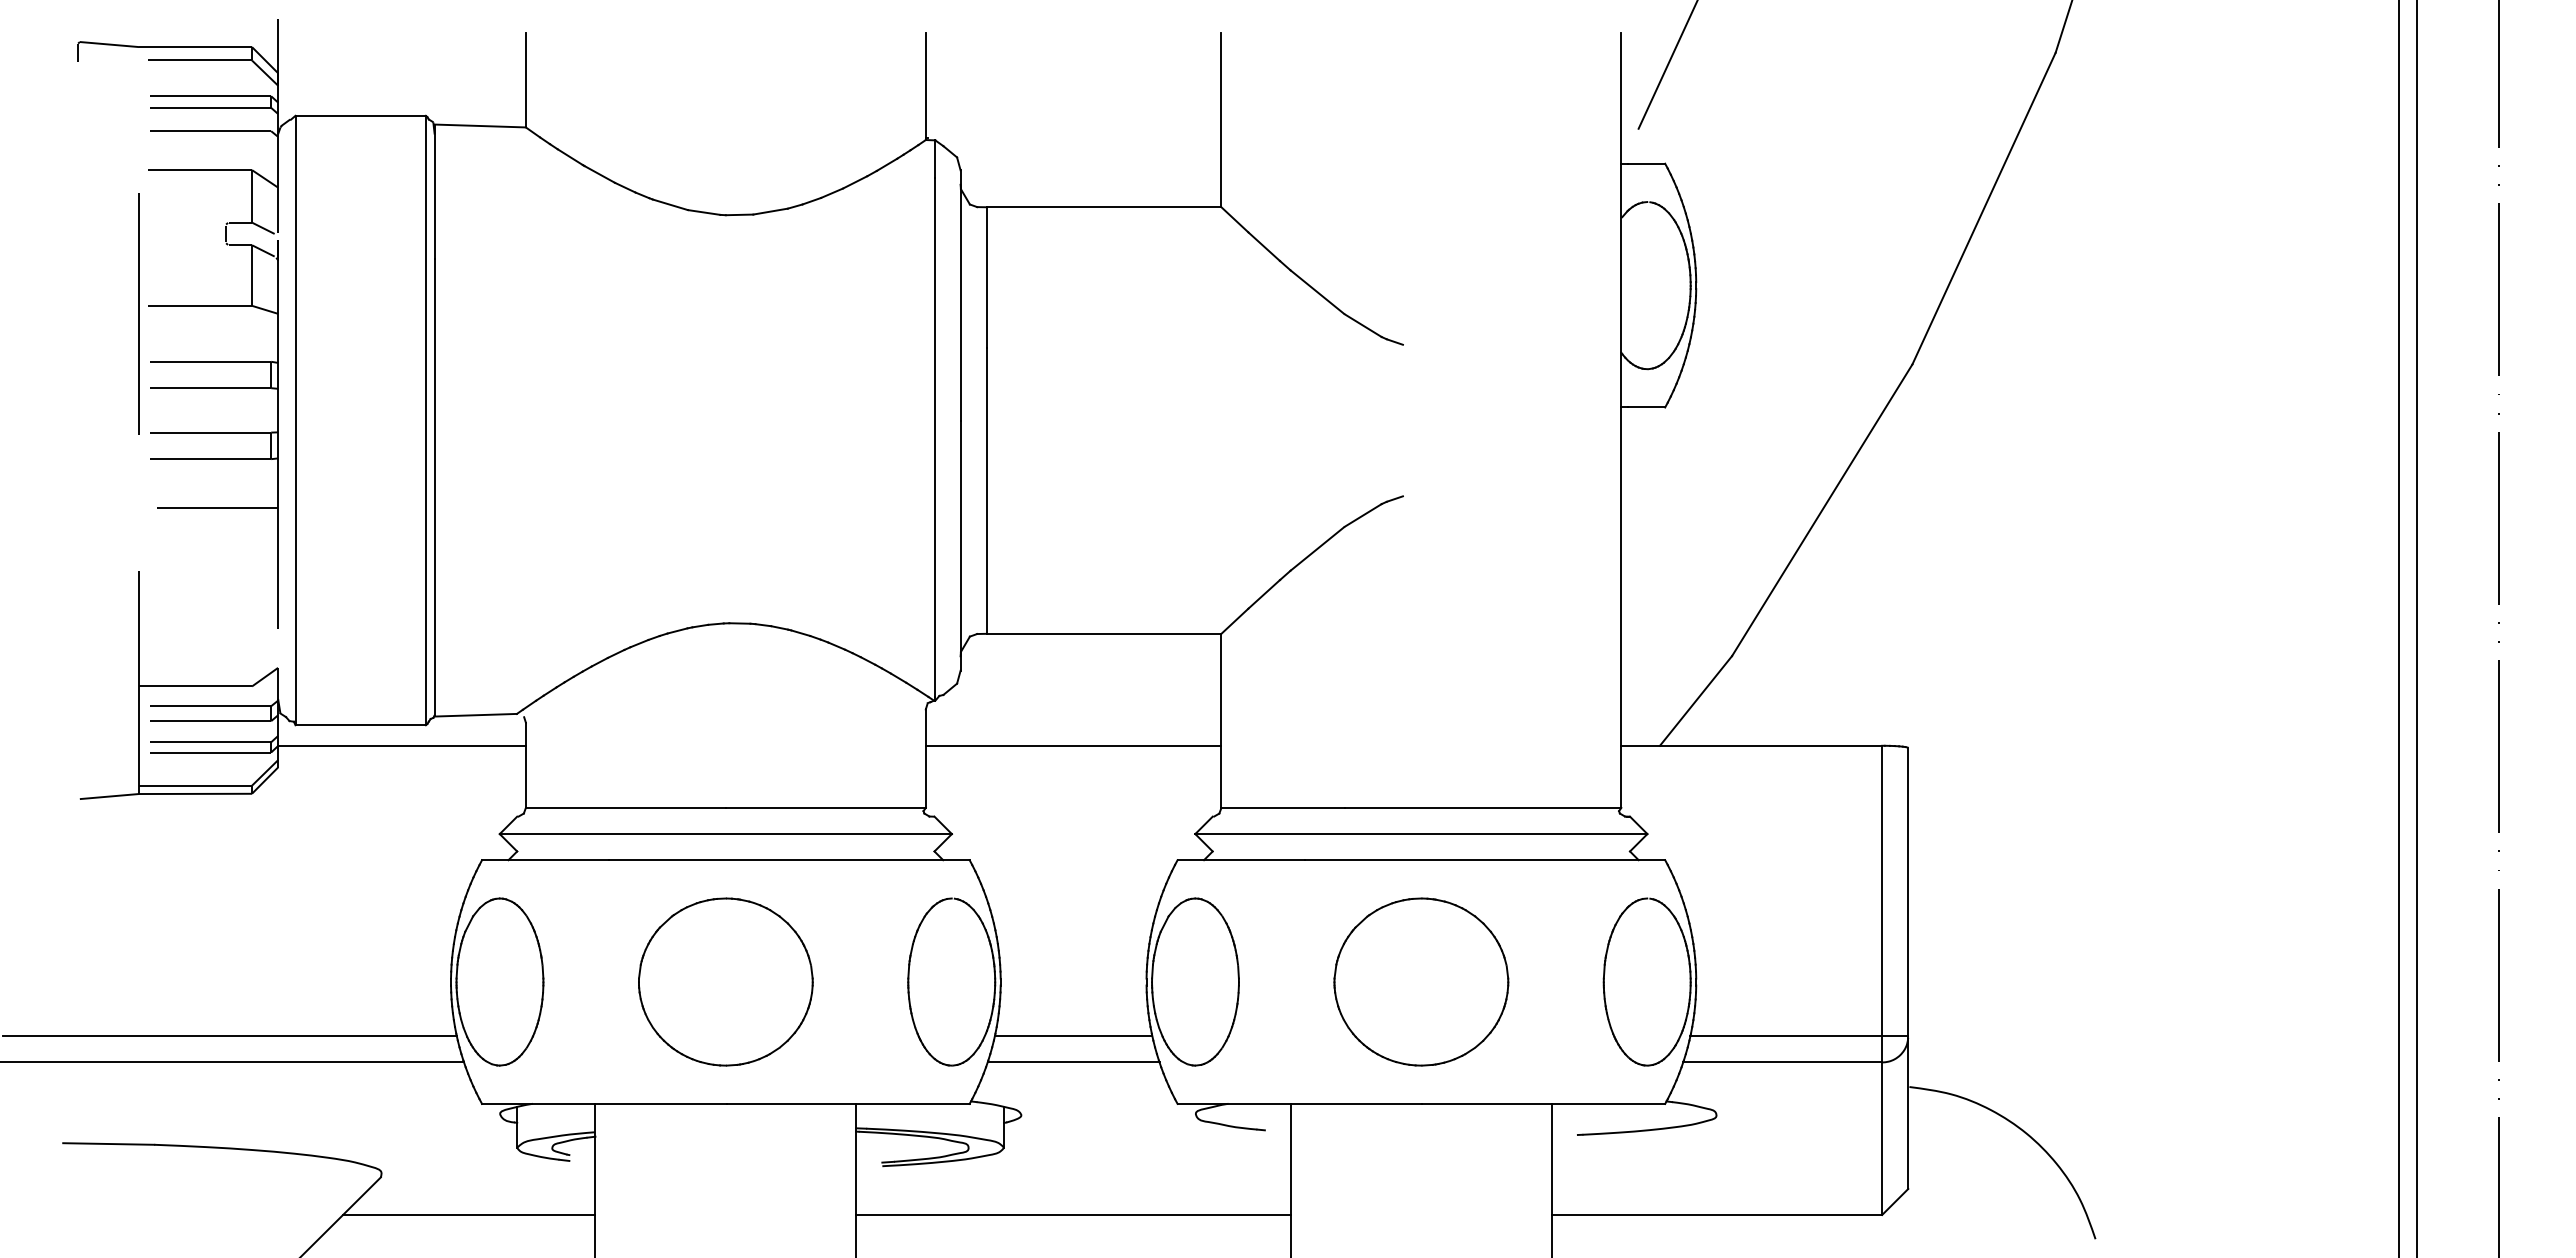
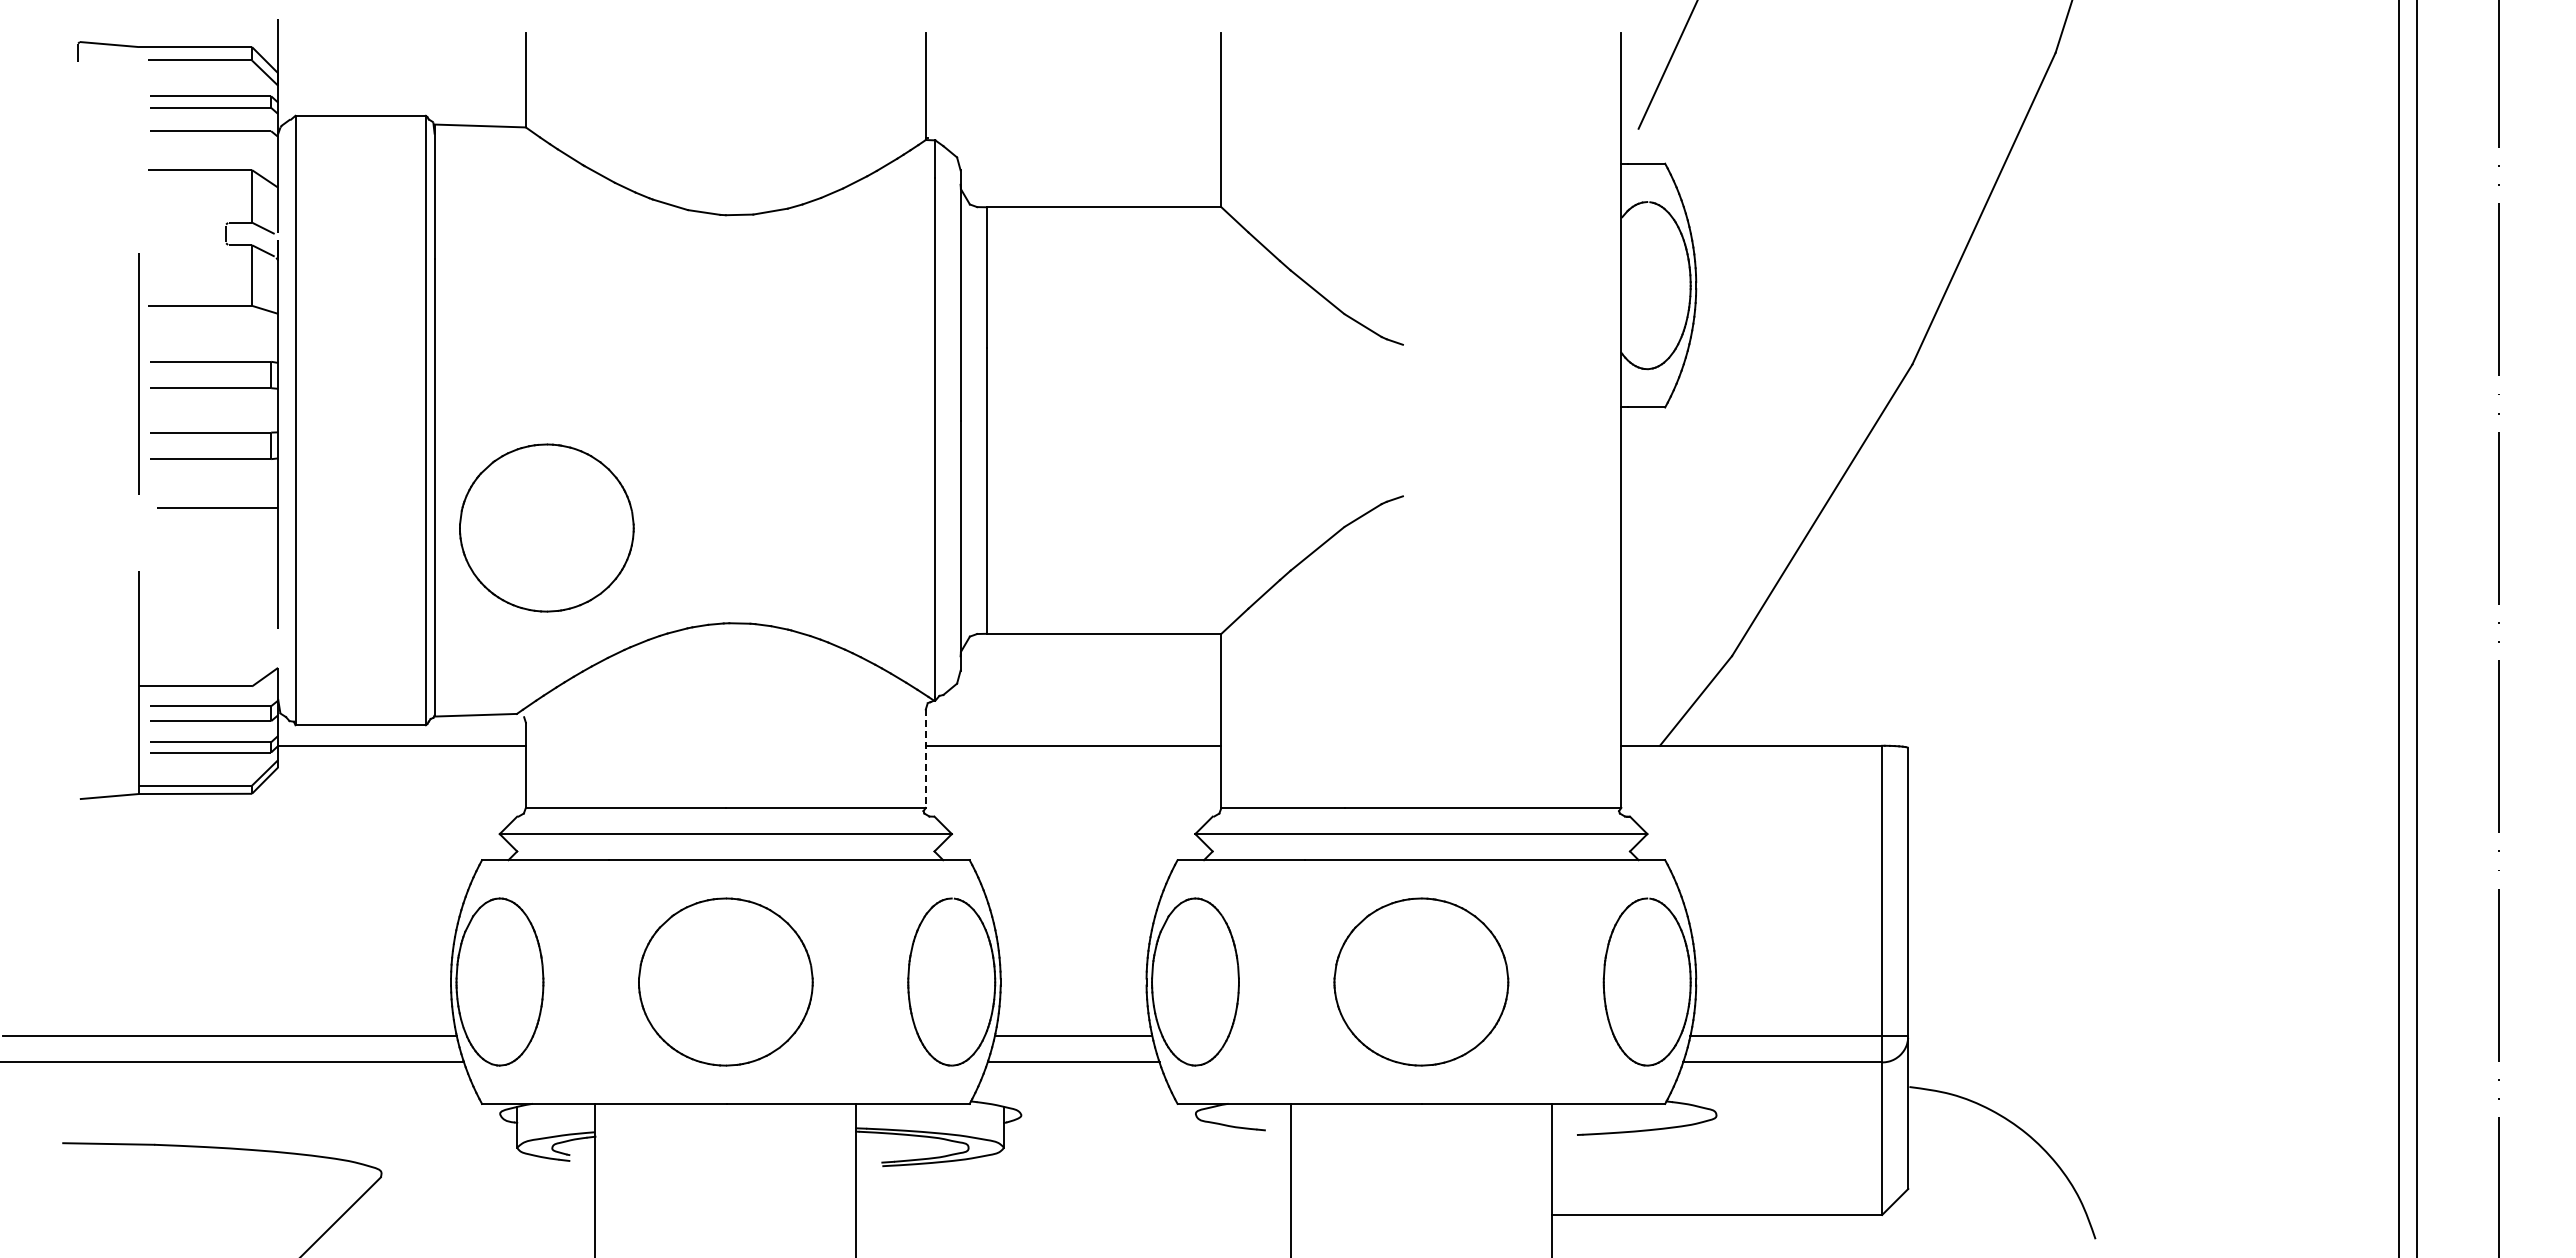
line at (138, 313) position: (138, 313) -> (138, 373)
part at (546, 527): none -> present
line at (925, 759): solid -> dashed
line at (469, 1214): present -> none
line at (1073, 1214): present -> none
